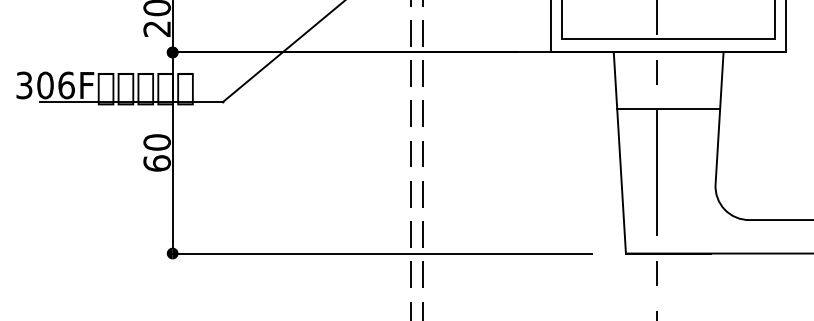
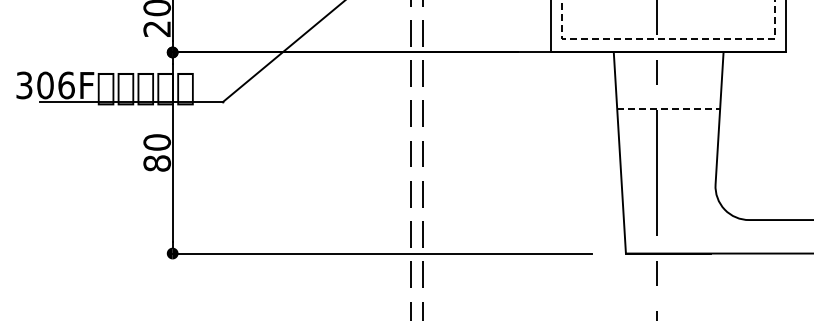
line at (668, 39): solid -> dashed
line at (669, 109): solid -> dashed
text at (156, 163): 60 -> 80
